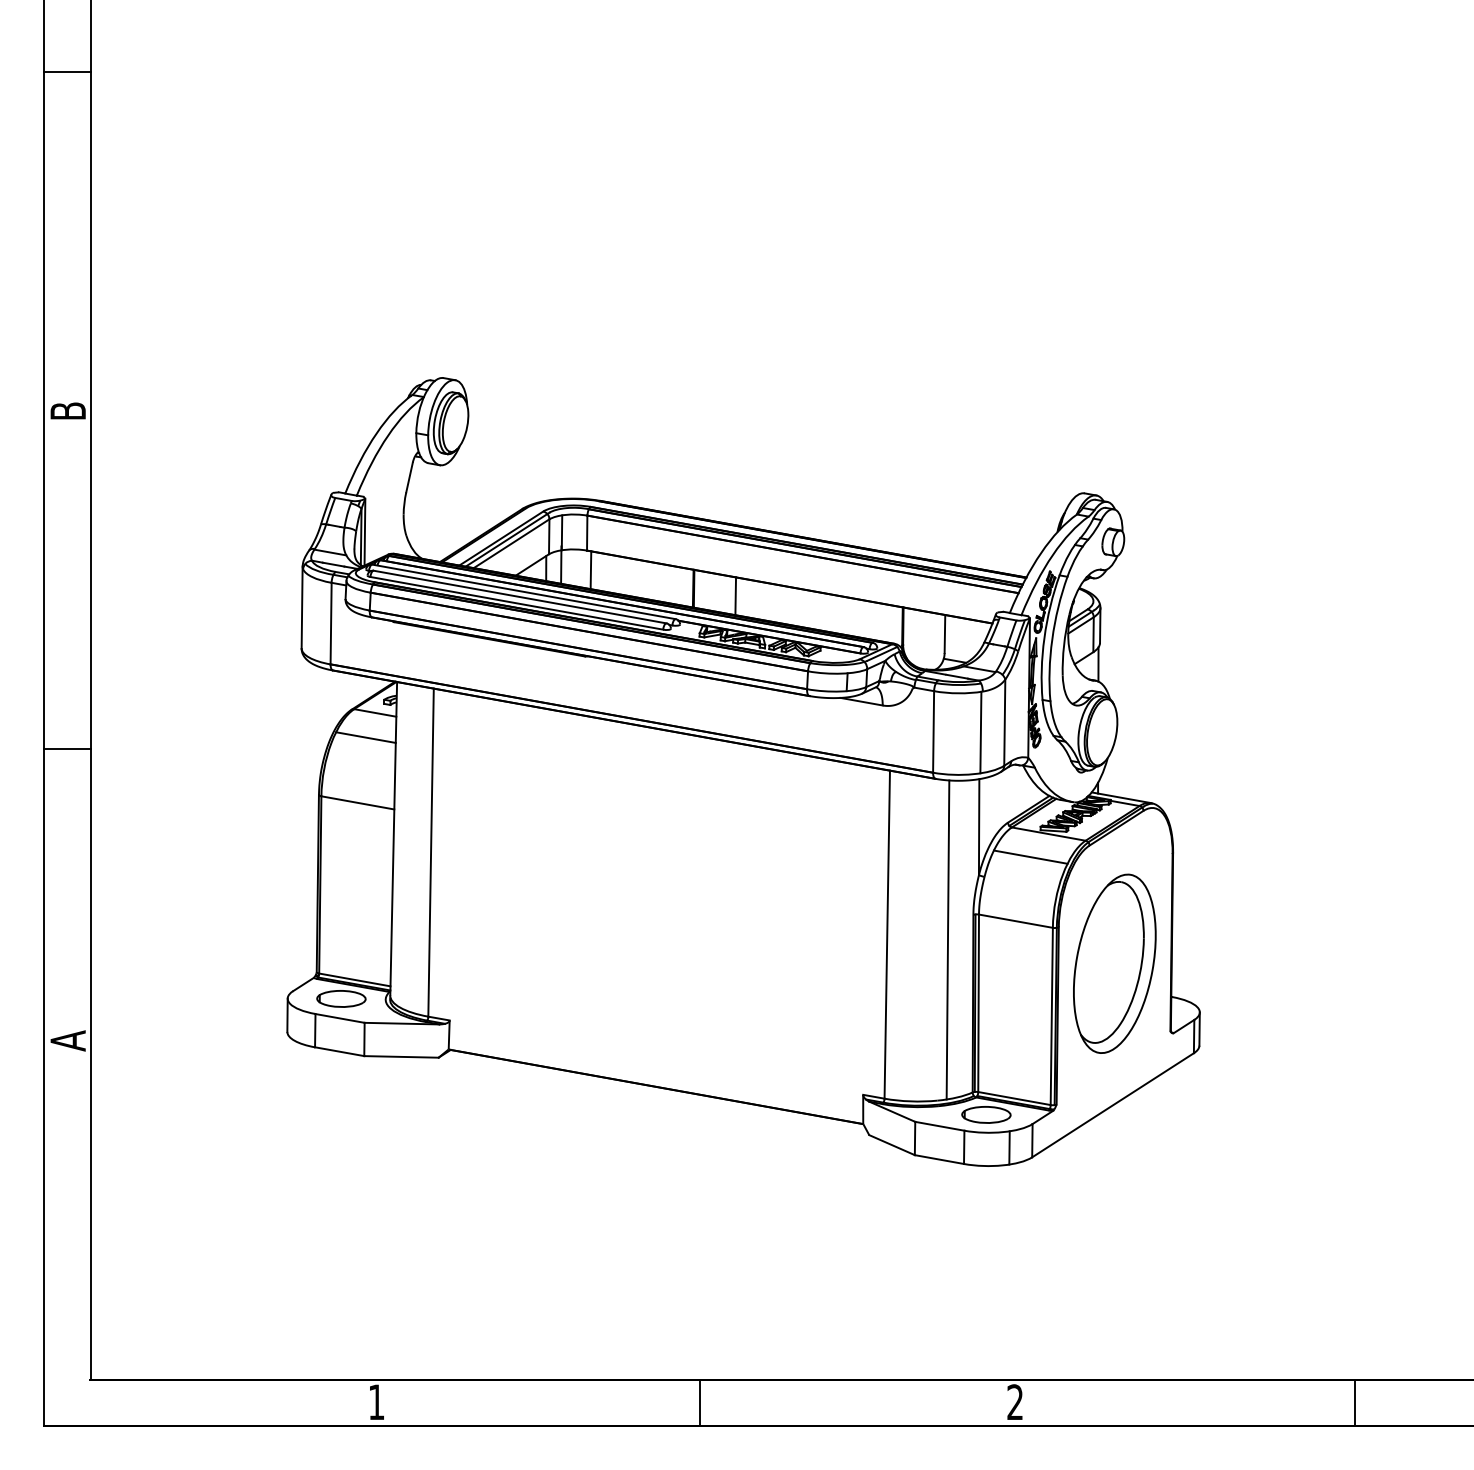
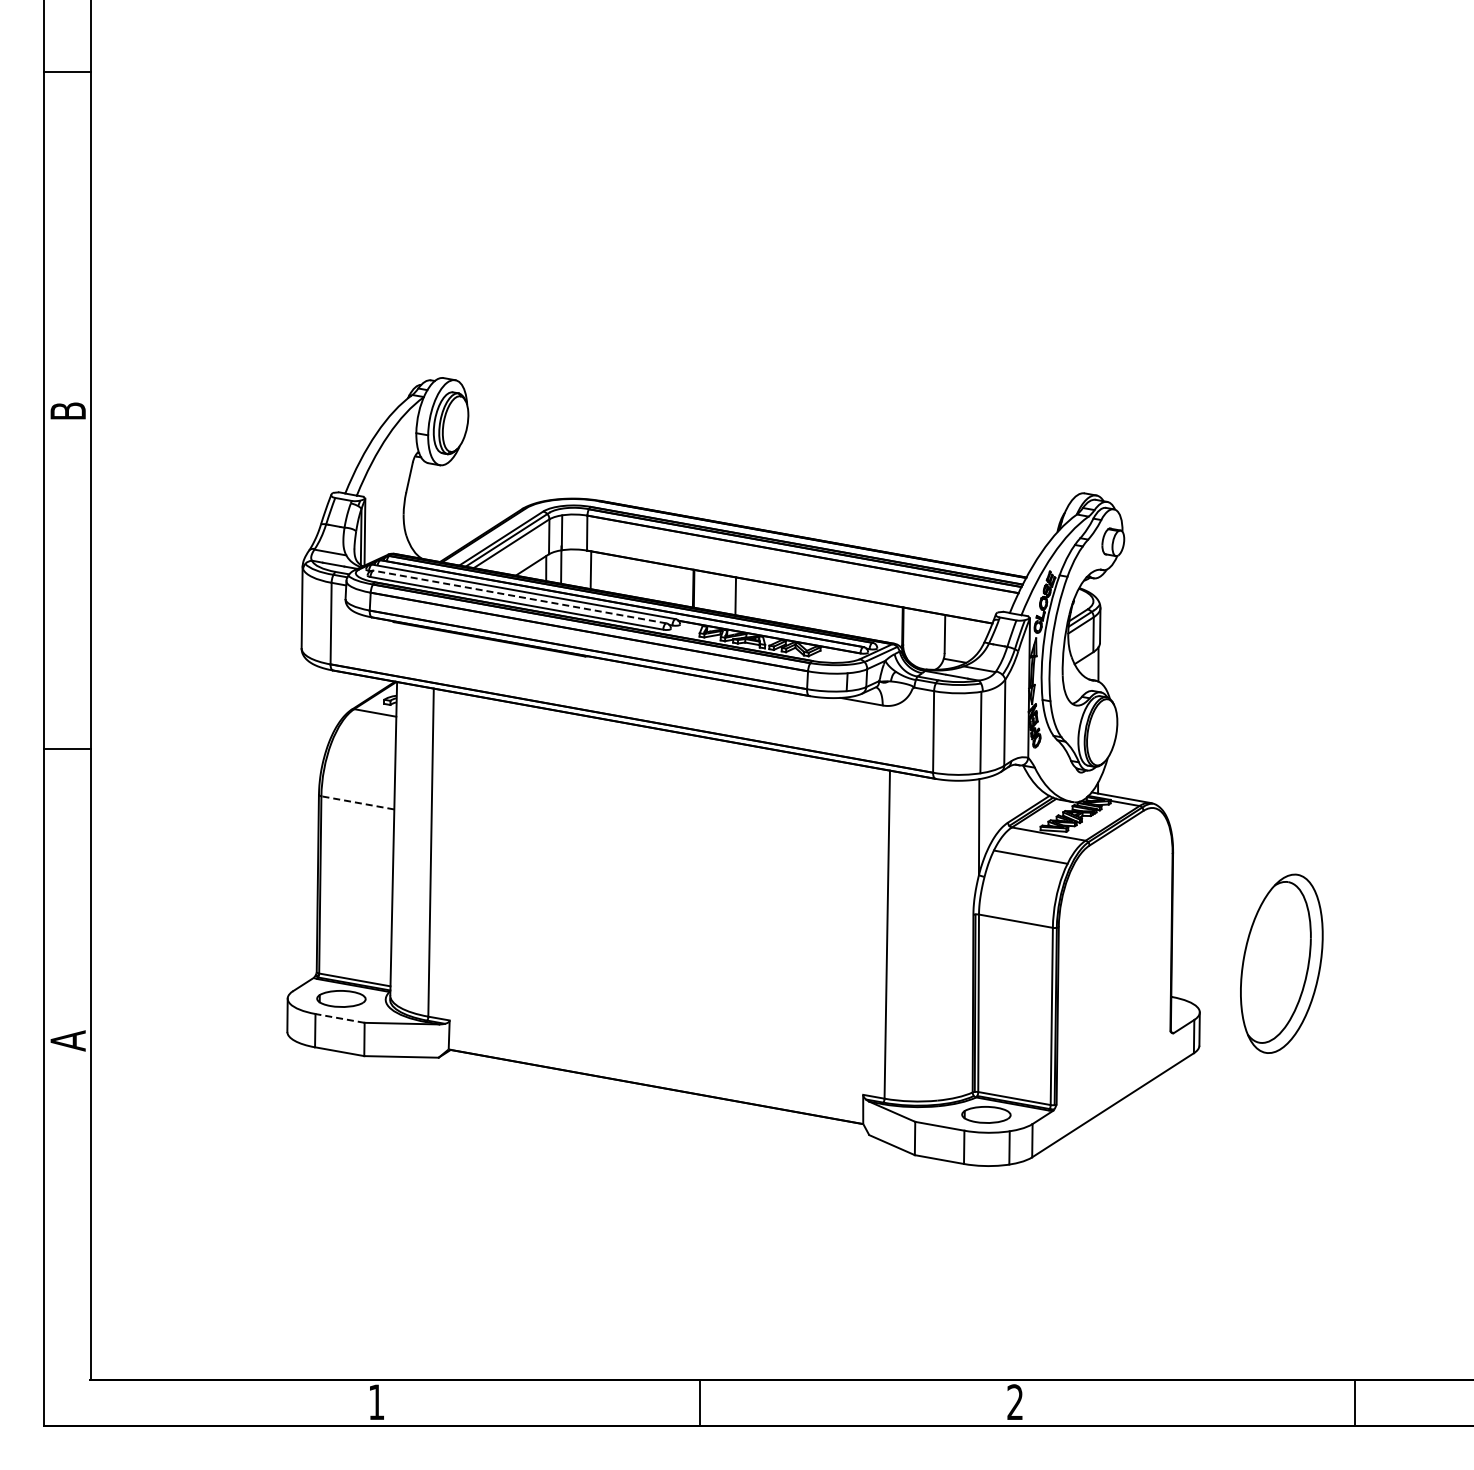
line at (520, 597): solid -> dashed
line at (365, 737): present -> none
line at (357, 802): solid -> dashed
line at (947, 939): present -> none
part at (1114, 963) position: (1114, 963) -> (1281, 963)
line at (340, 1018): solid -> dashed
